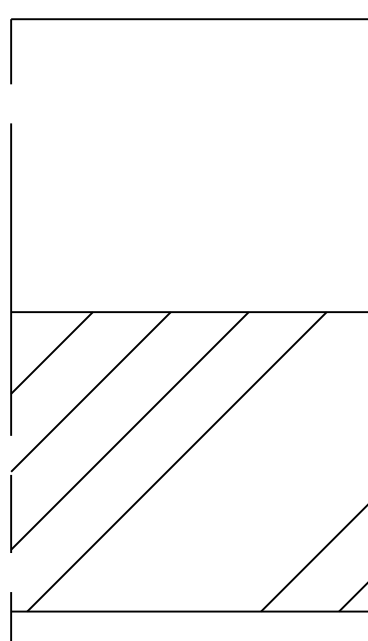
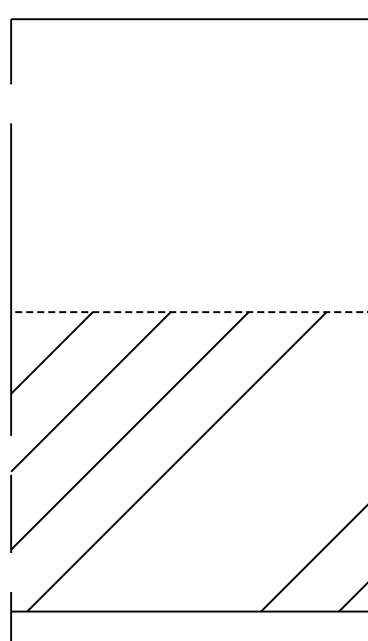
line at (188, 312): solid -> dashed
